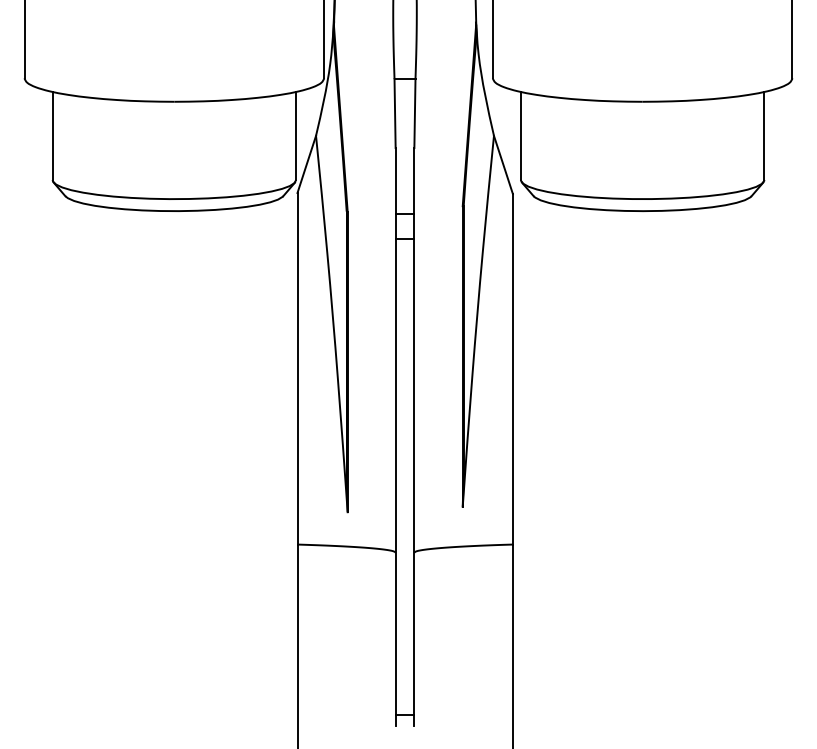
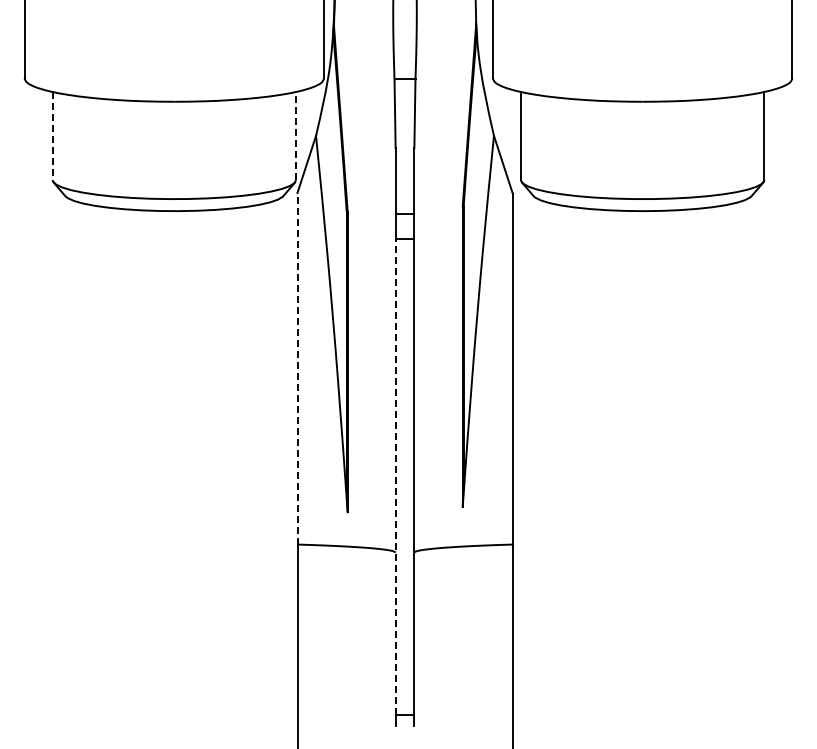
line at (296, 135): solid -> dashed
line at (52, 136): solid -> dashed
line at (297, 368): solid -> dashed
line at (395, 477): solid -> dashed
